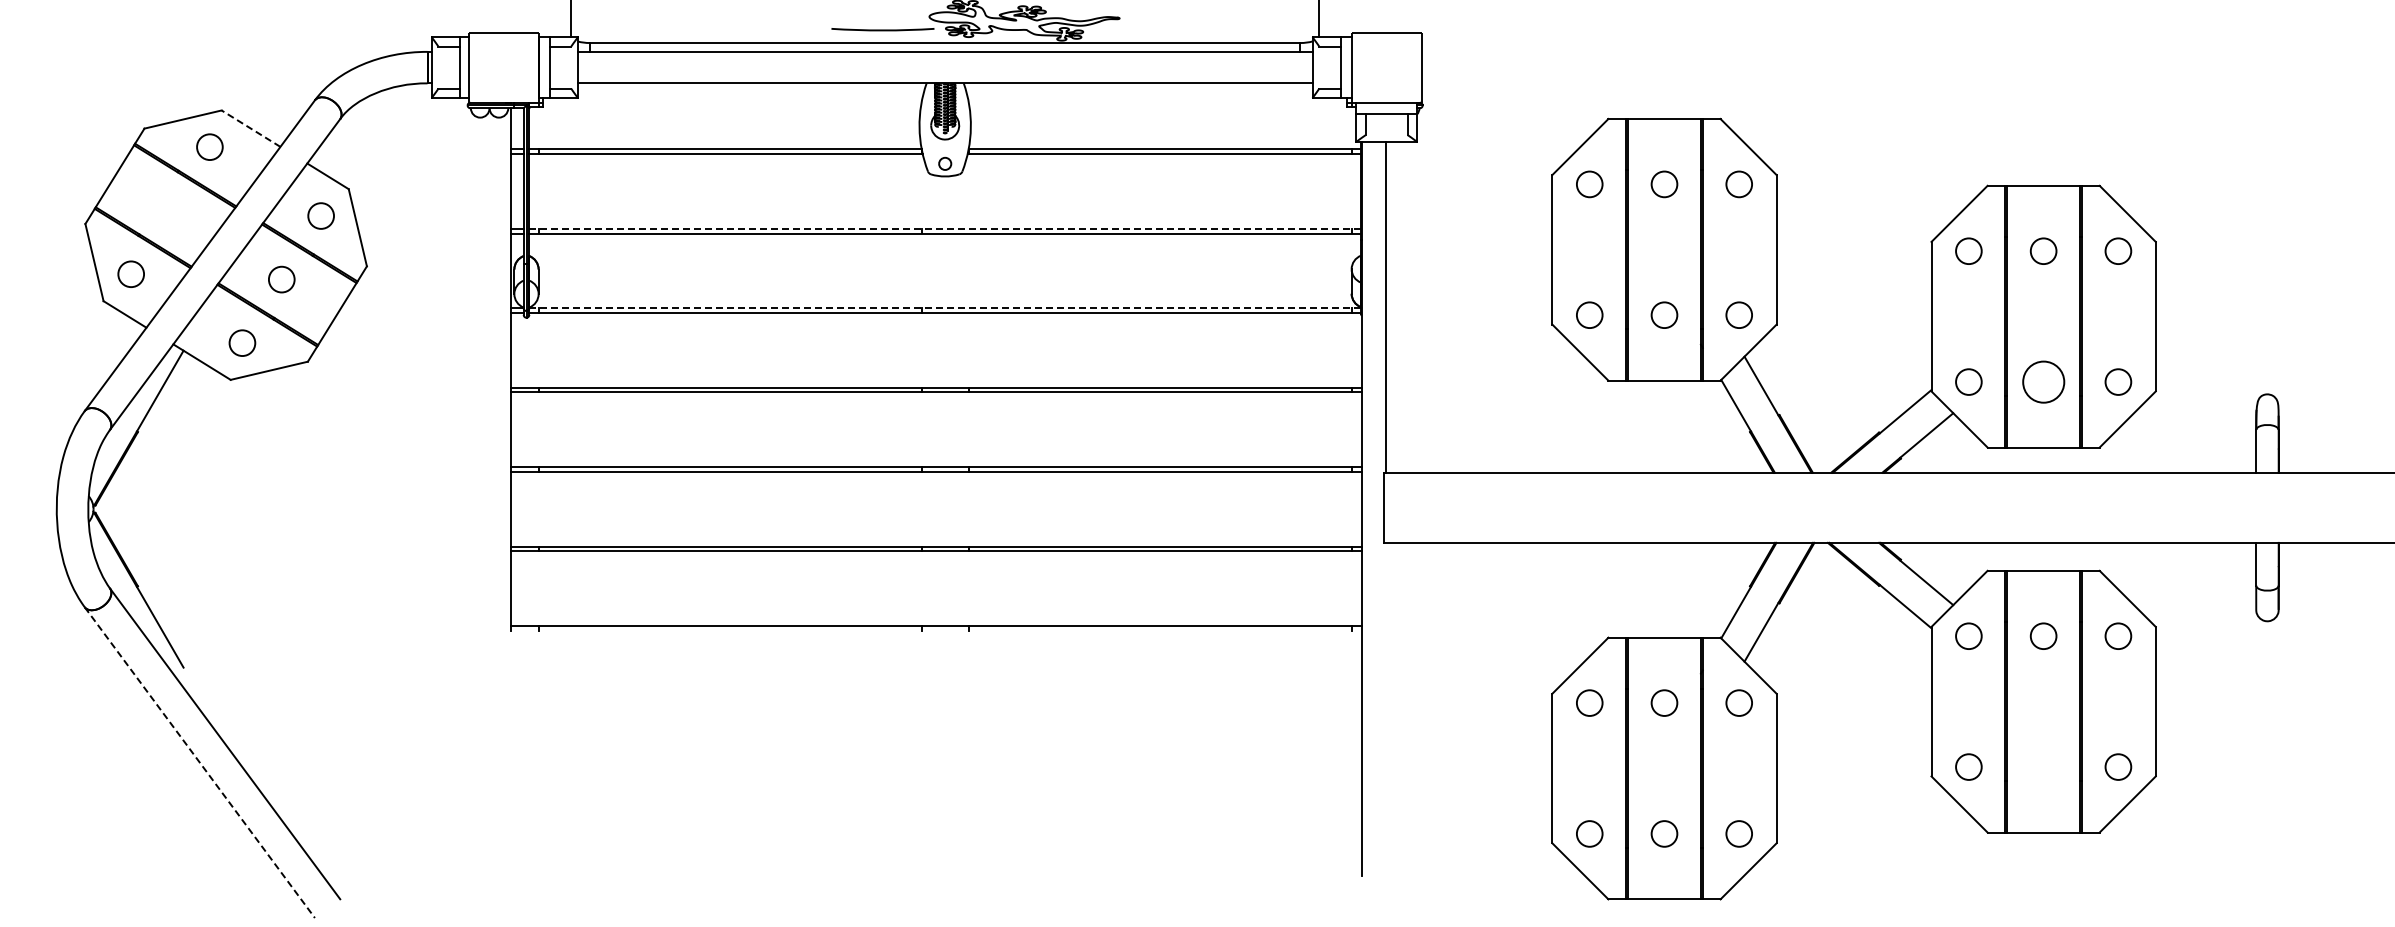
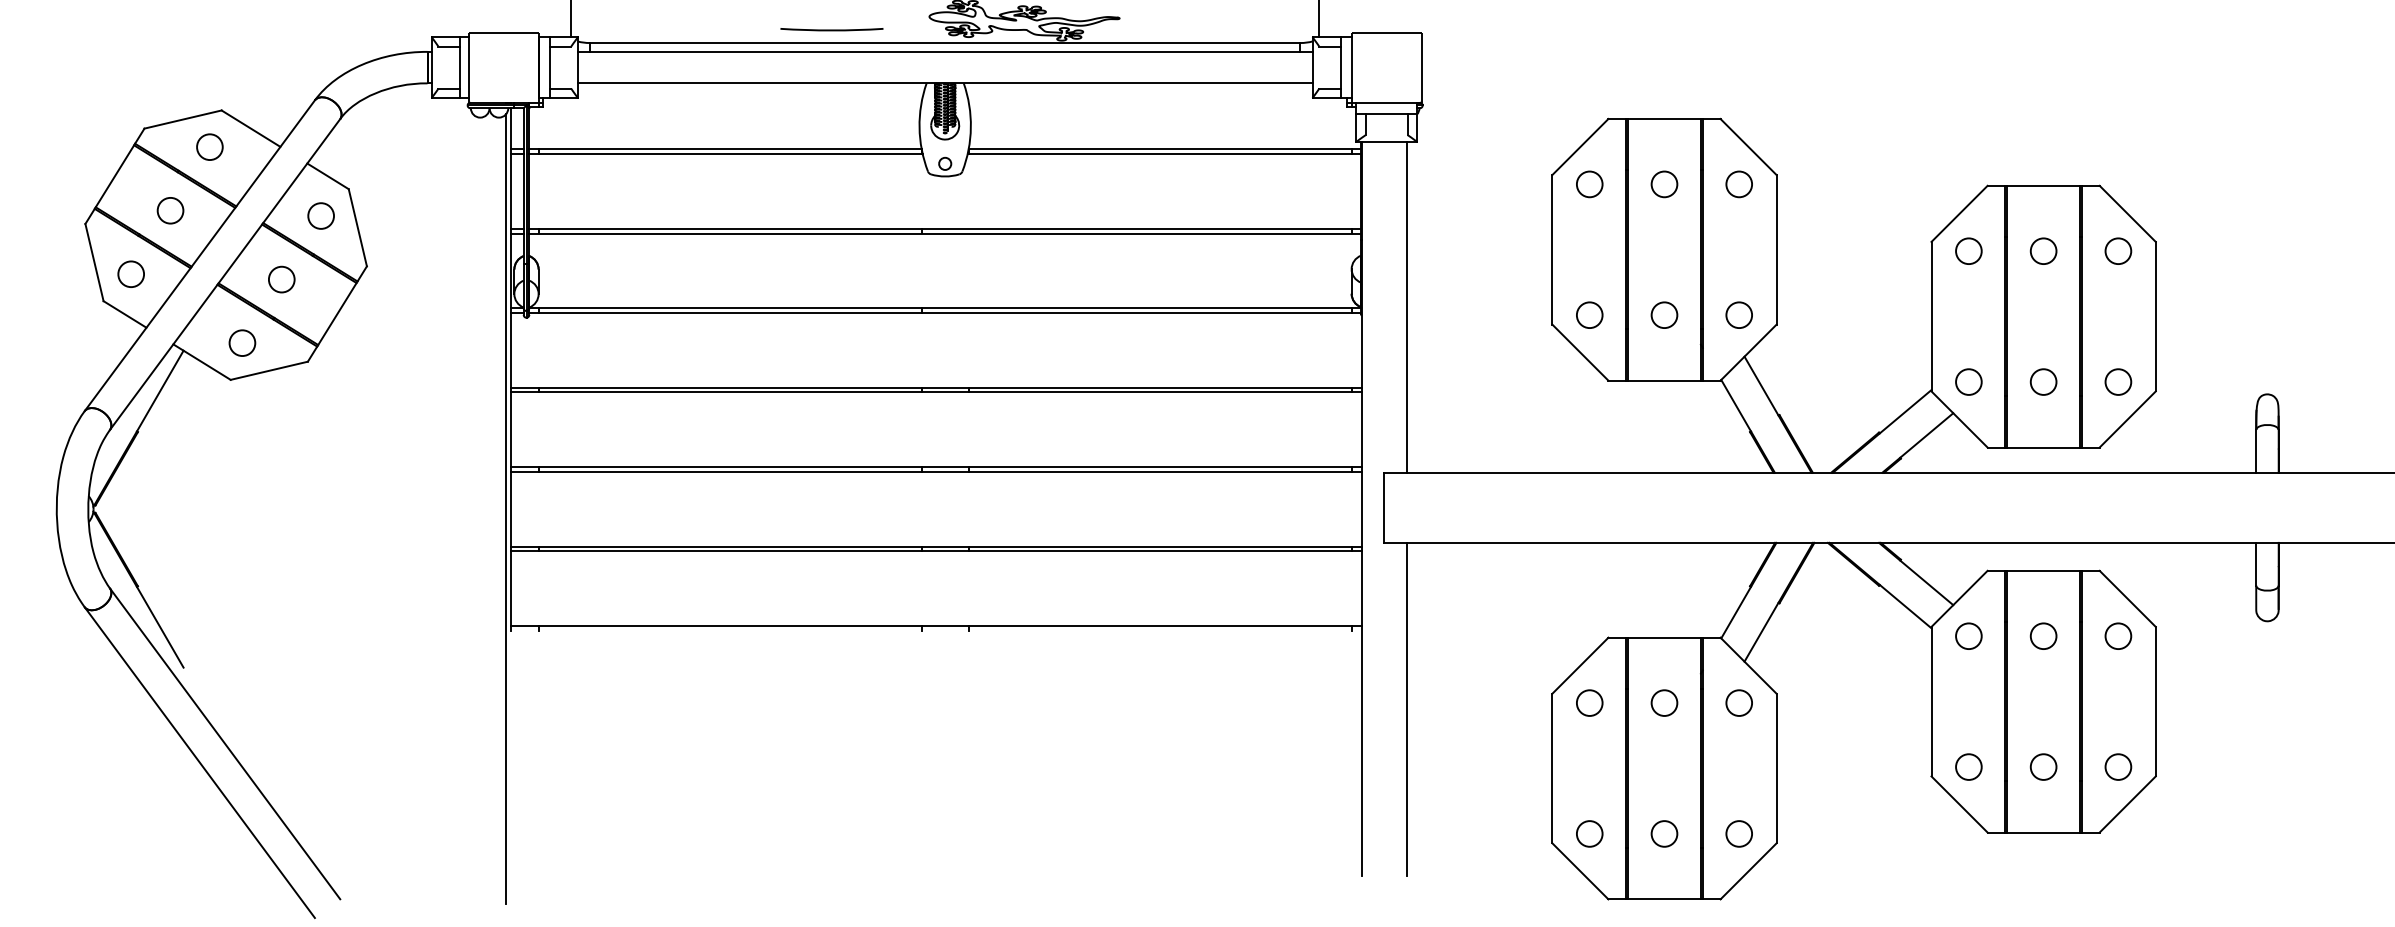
line at (882, 29) position: (882, 29) -> (831, 29)
line at (251, 128): dashed -> solid
part at (170, 210): none -> present
line at (945, 228): dashed -> solid
line at (1385, 306) position: (1385, 306) -> (1406, 306)
line at (945, 308): dashed -> solid
part at (2043, 381) size: 44x44 px -> 29x28 px
line at (505, 508): none -> present
line at (1406, 709): none -> present
line at (200, 763): dashed -> solid
part at (2043, 766): none -> present
